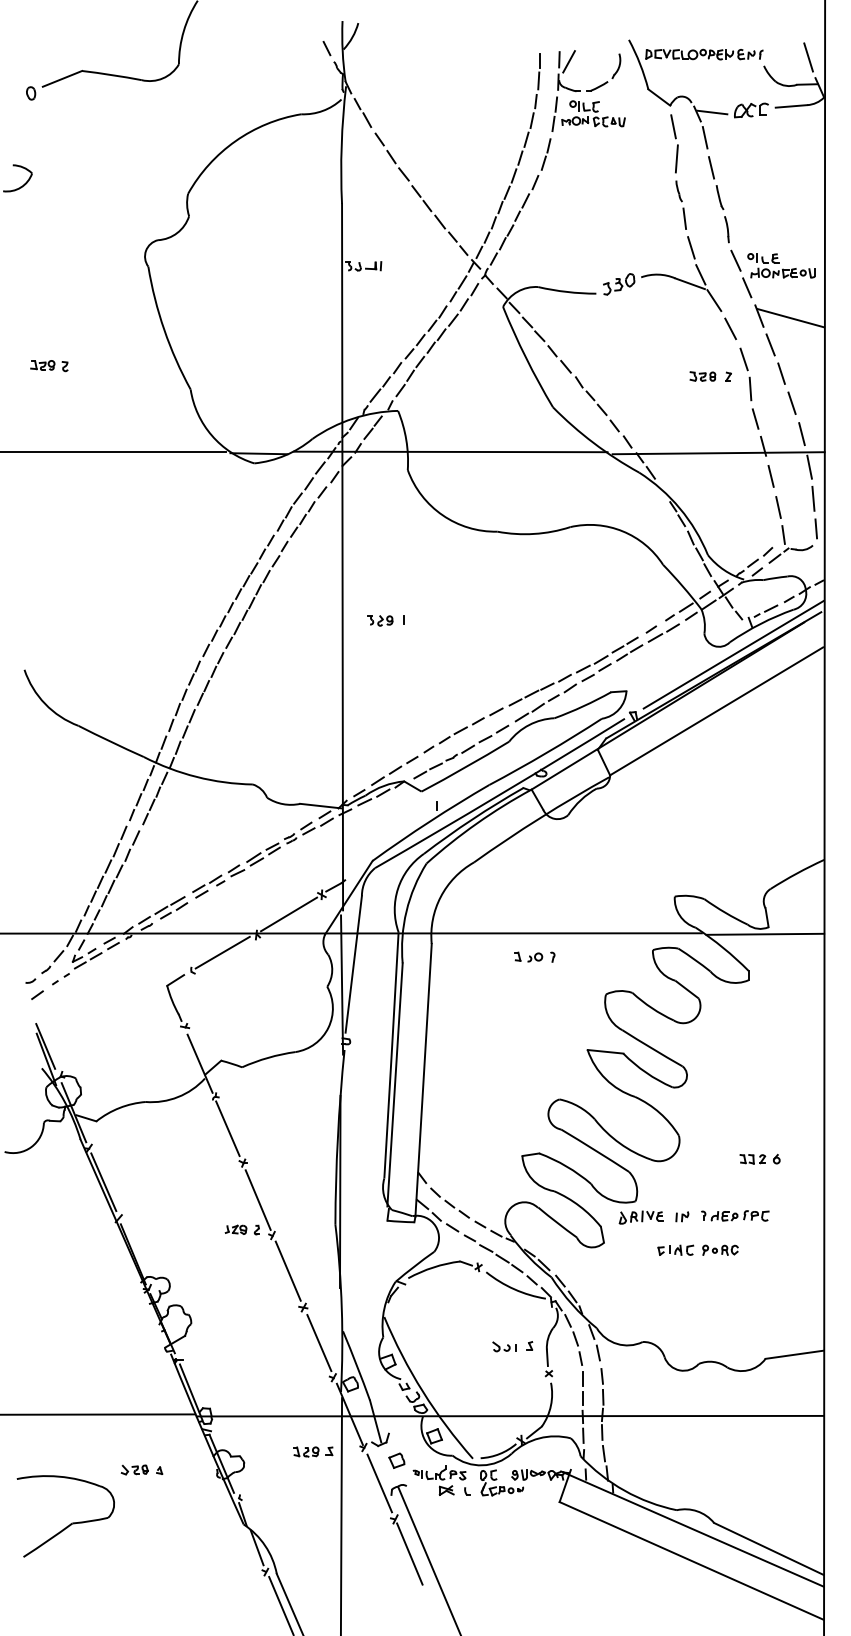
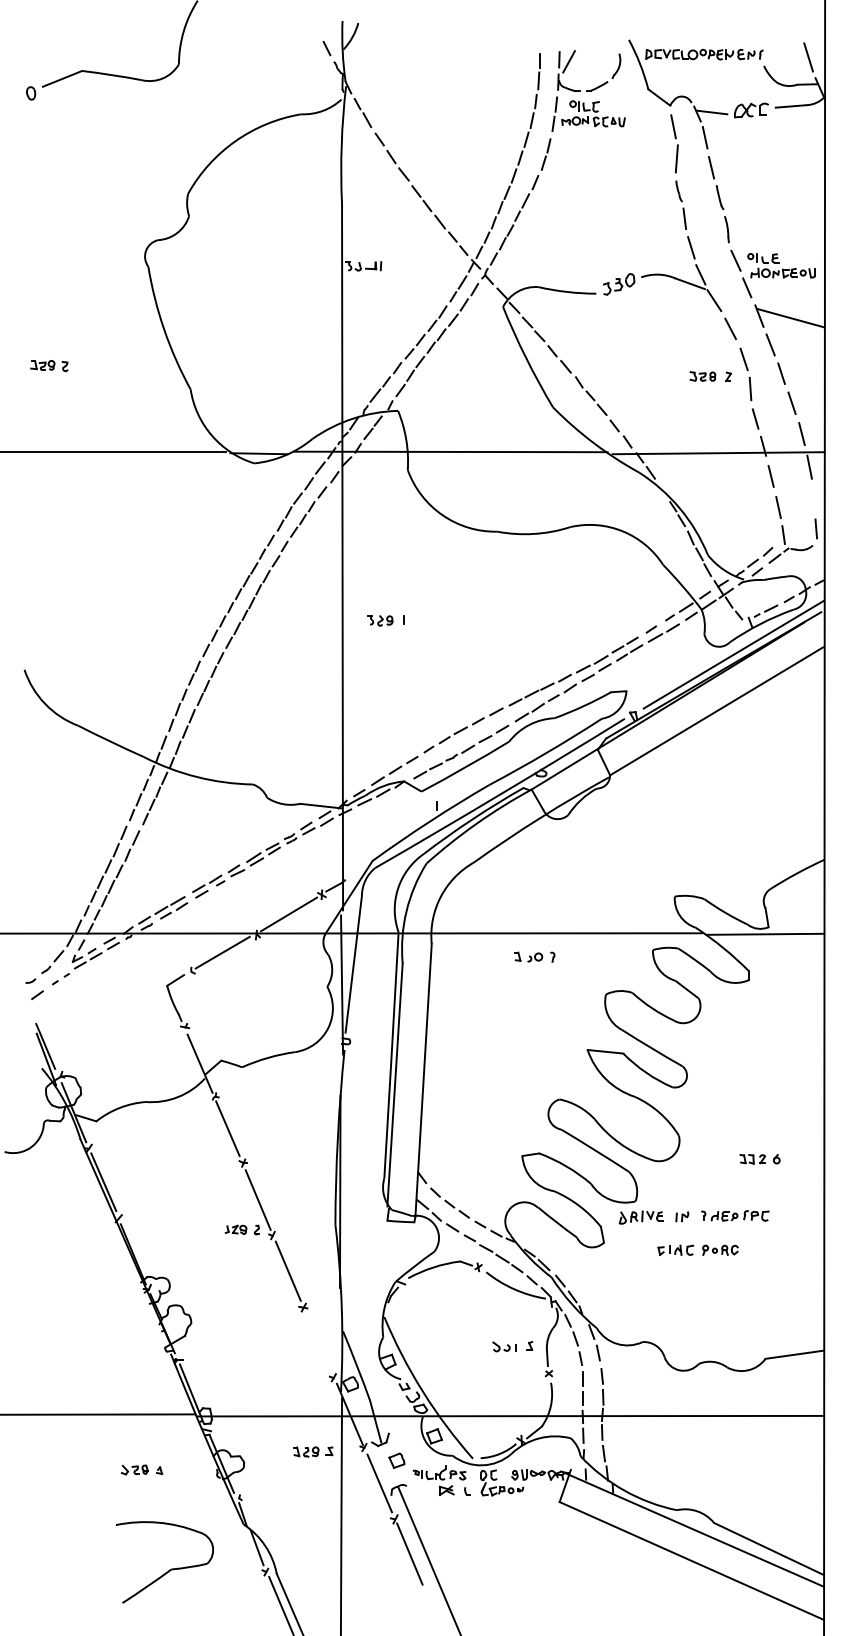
part at (23, 184): present -> none
line at (813, 498): present -> none
line at (319, 1343): present -> none
part at (70, 1523) position: (70, 1523) -> (169, 1569)
